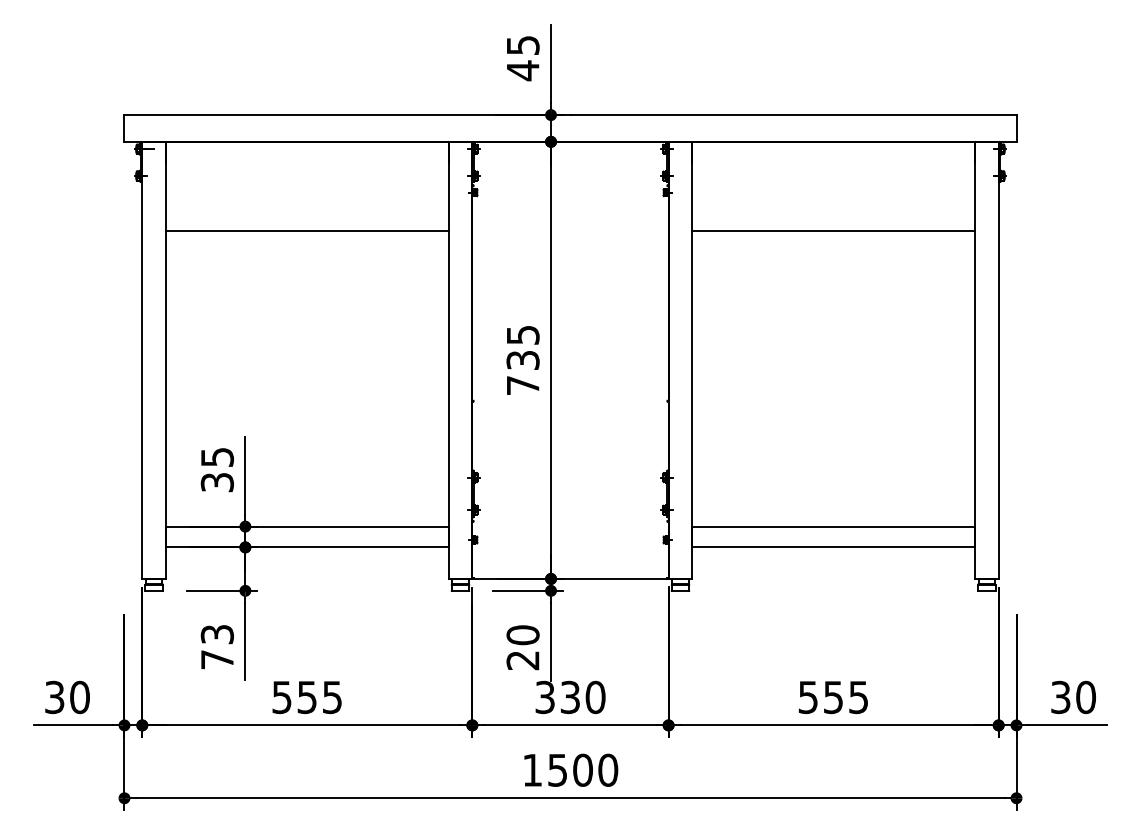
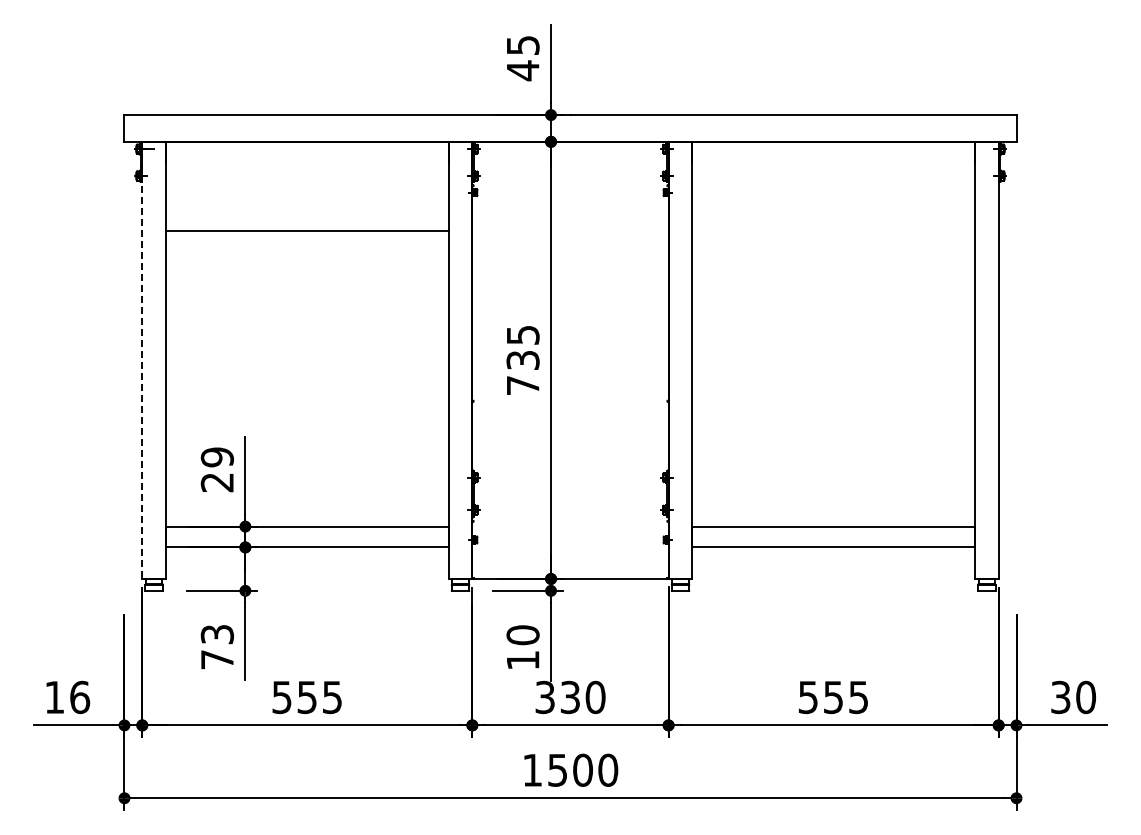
line at (833, 231): present -> none
line at (142, 360): solid -> dashed
text at (217, 469): 35 -> 29
text at (522, 660): 20 -> 10
text at (67, 697): 30 -> 16
